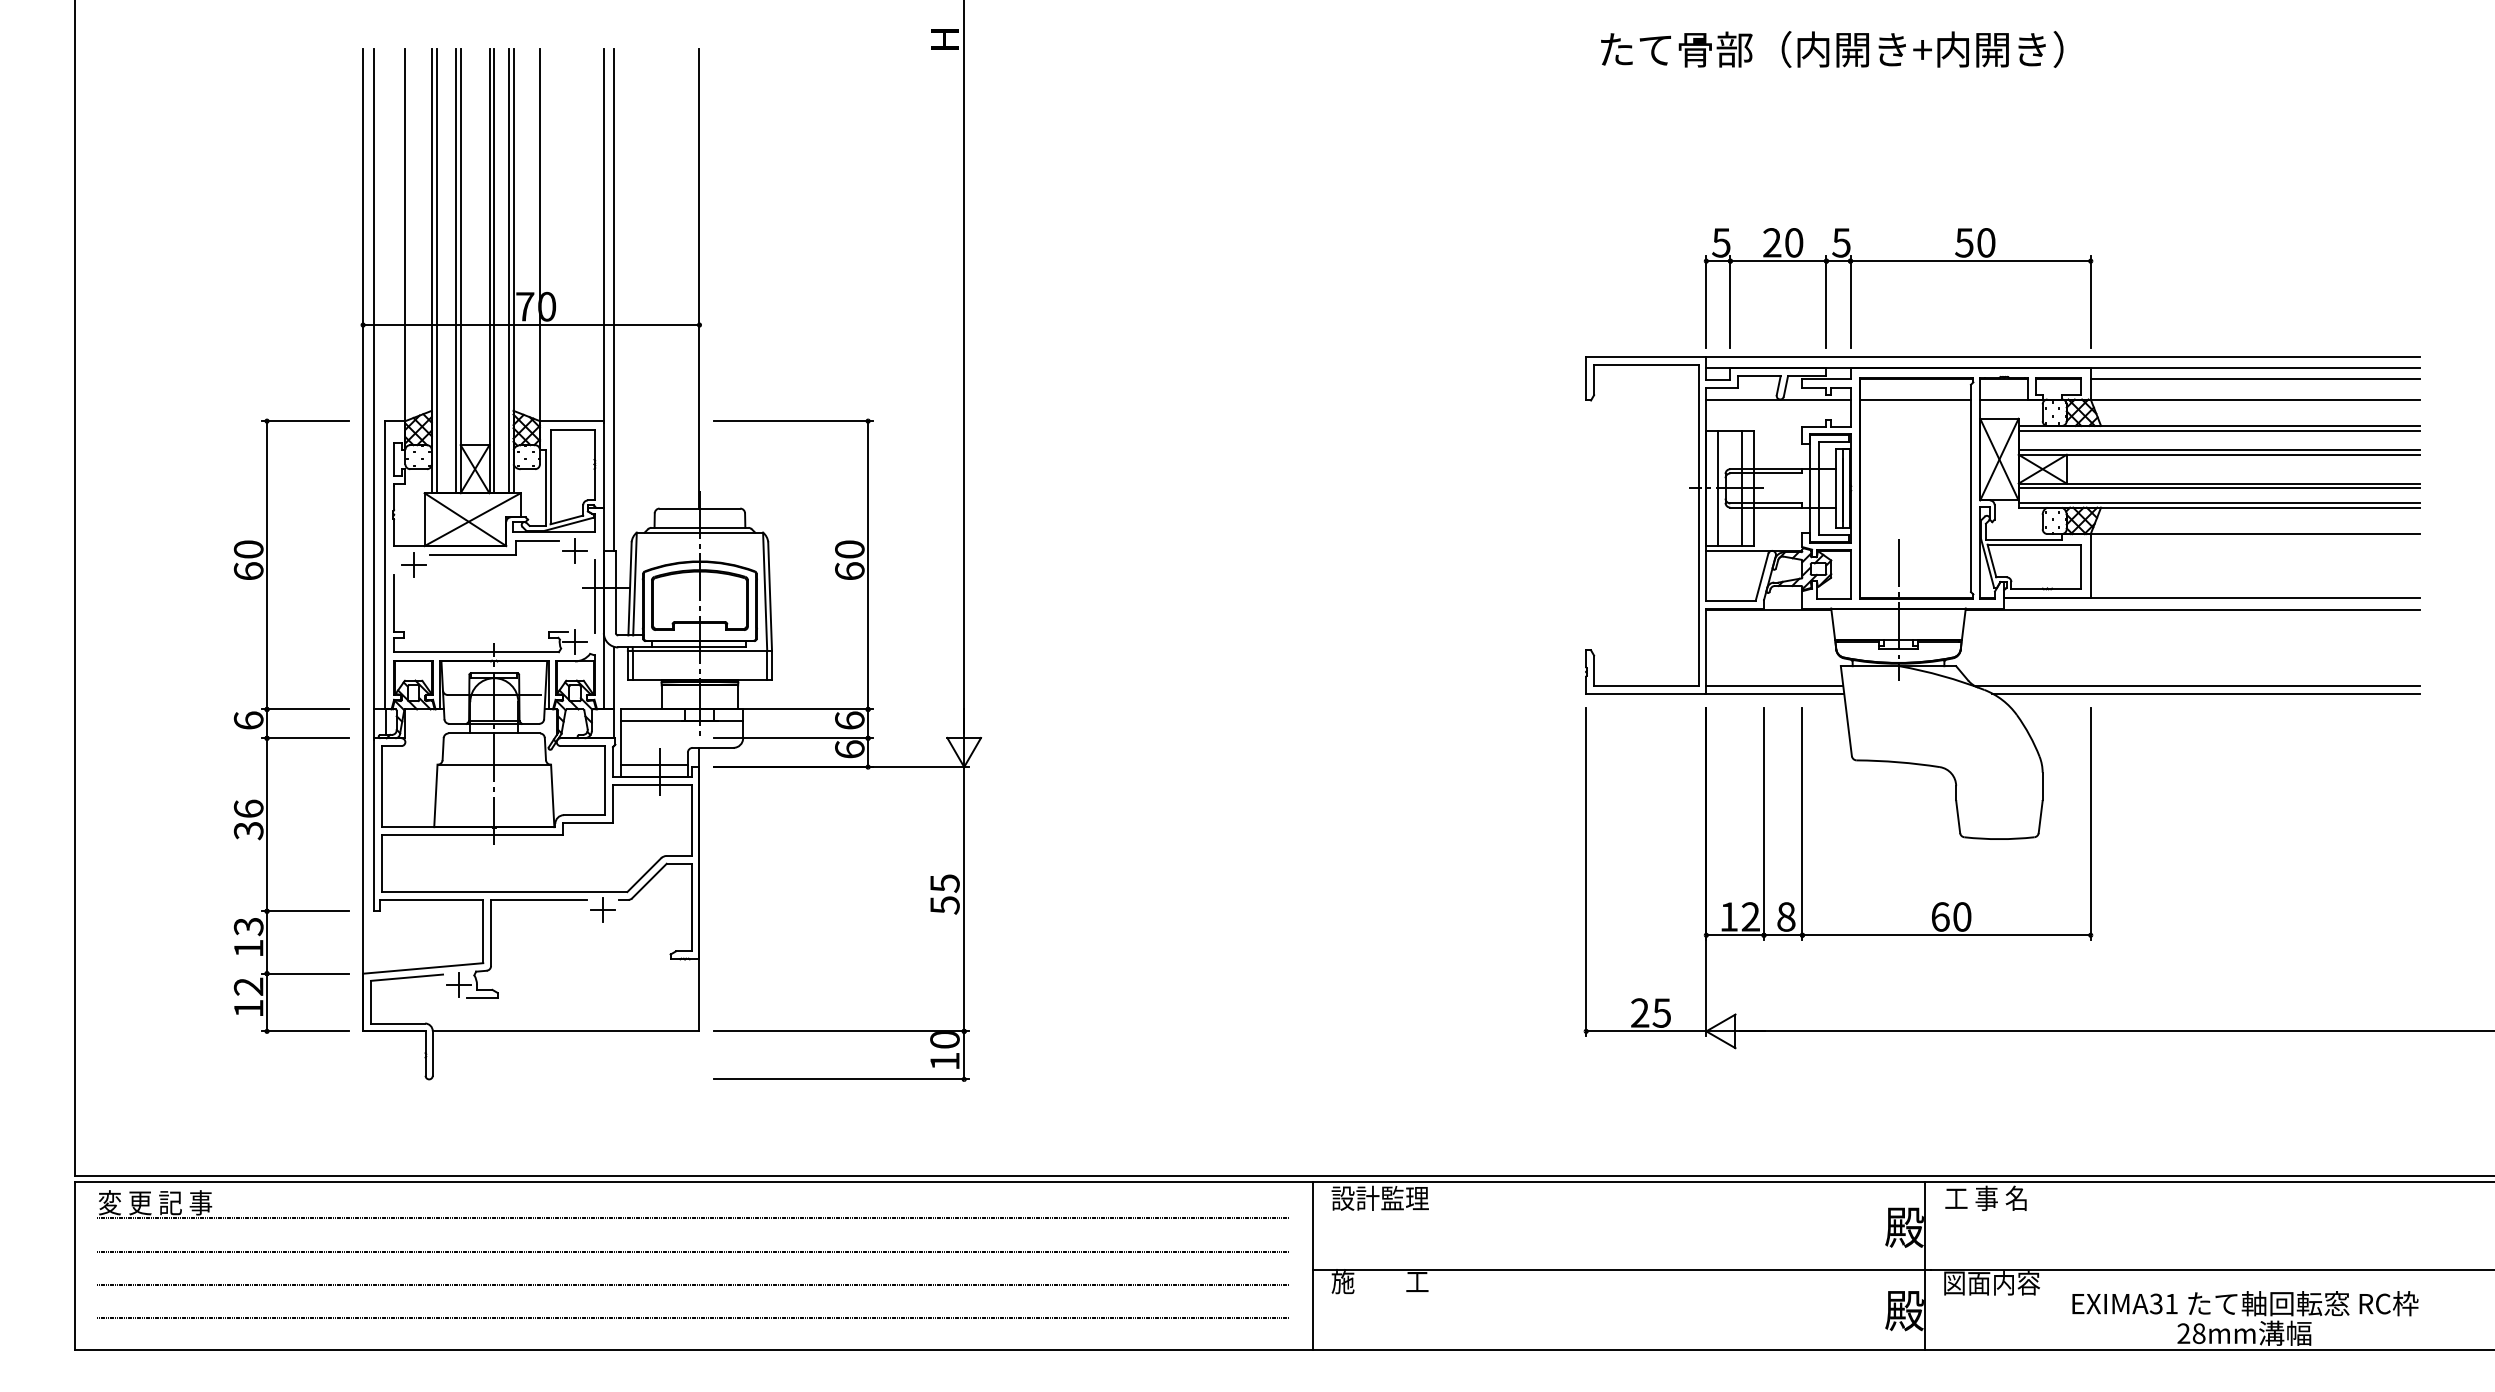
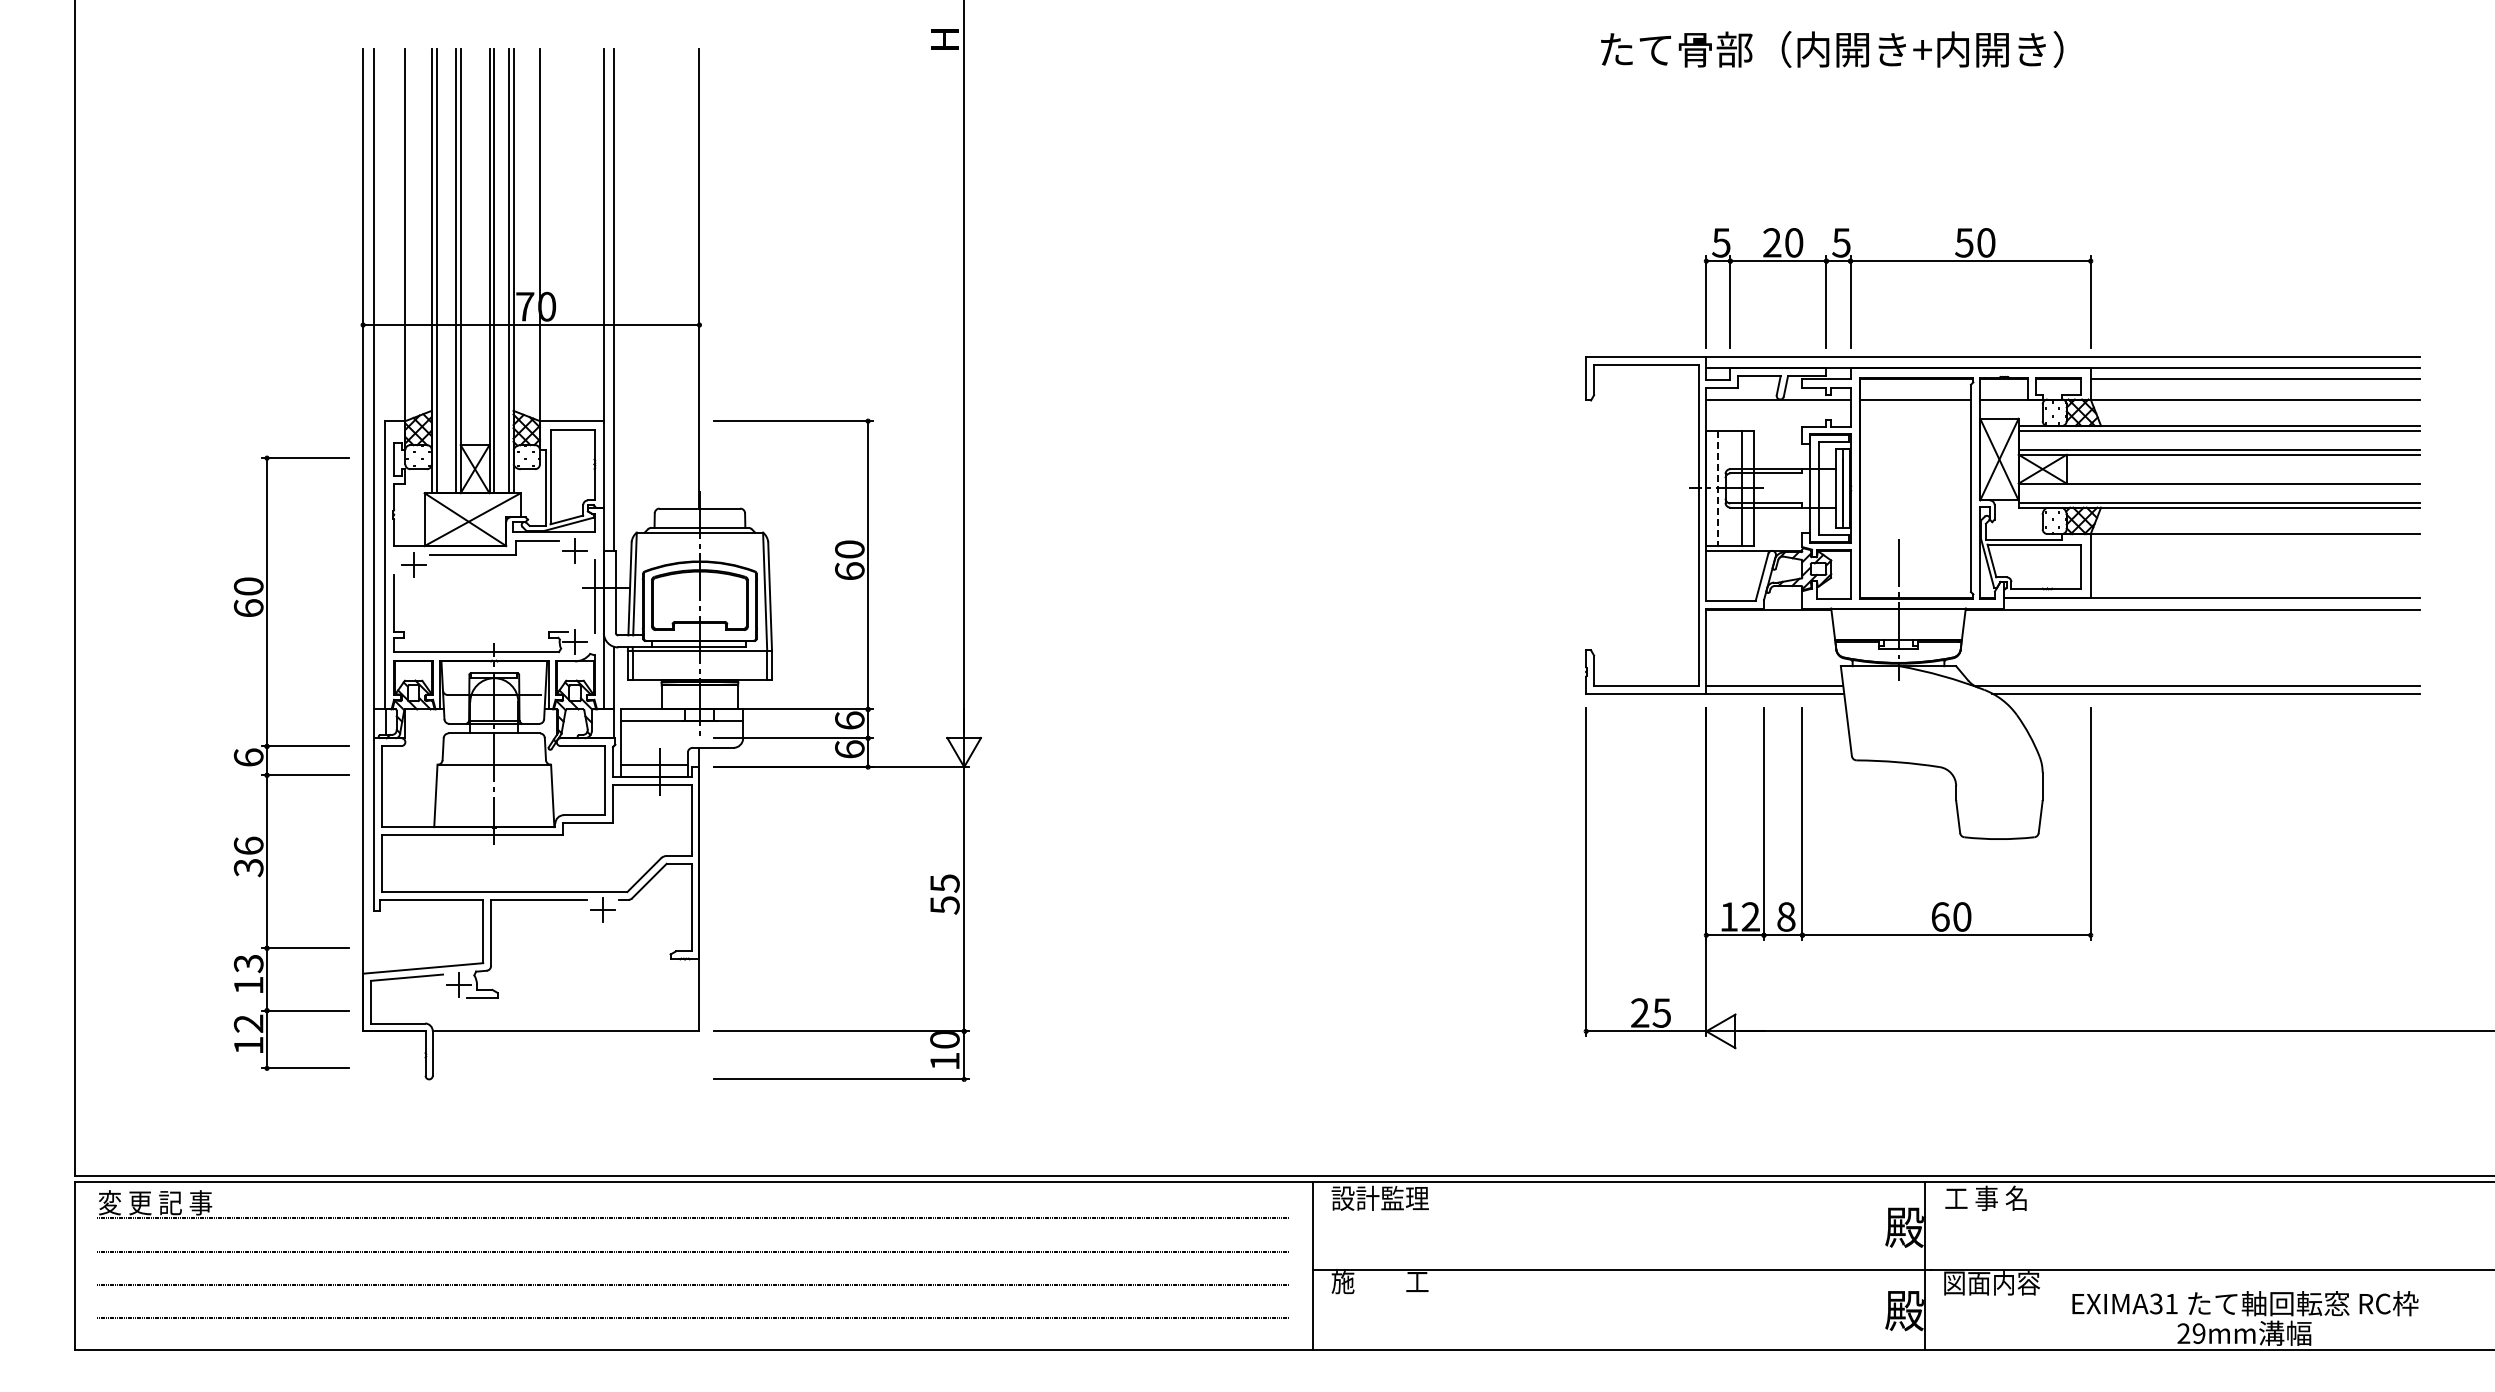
line at (1718, 488): solid -> dashed
line at (2218, 488): present -> none
part at (291, 737) position: (291, 737) -> (291, 774)
text at (2198, 1333): 28mm -> 29mm
